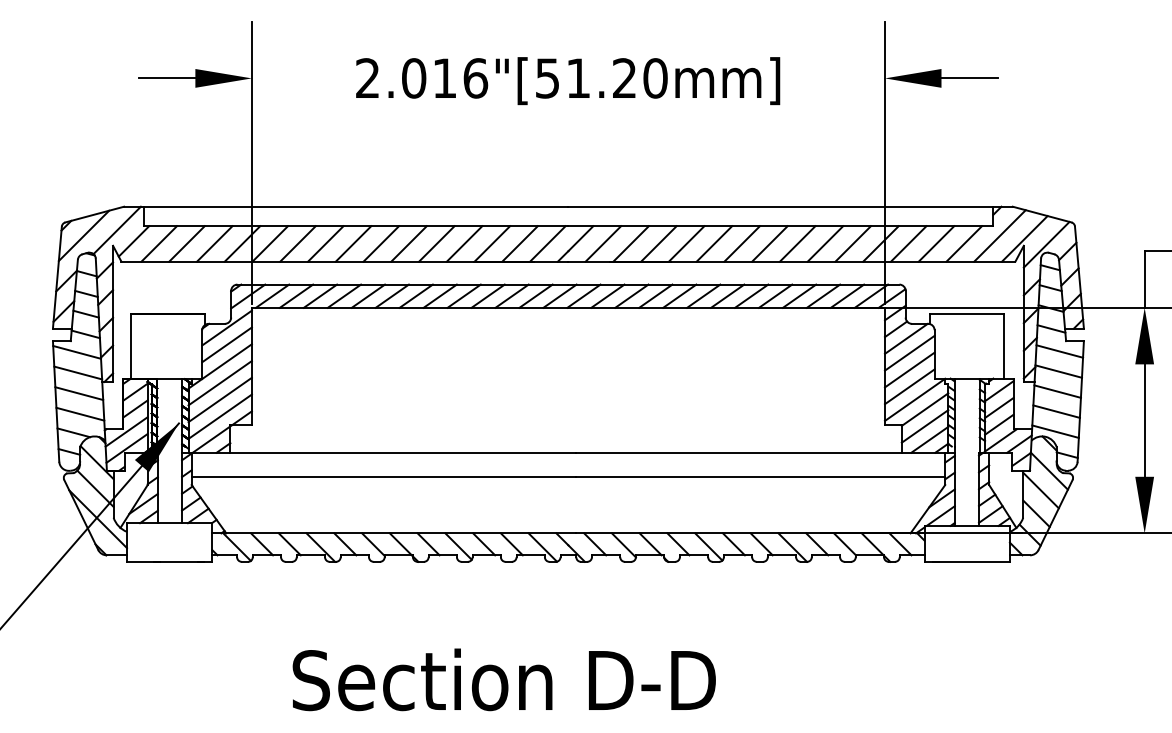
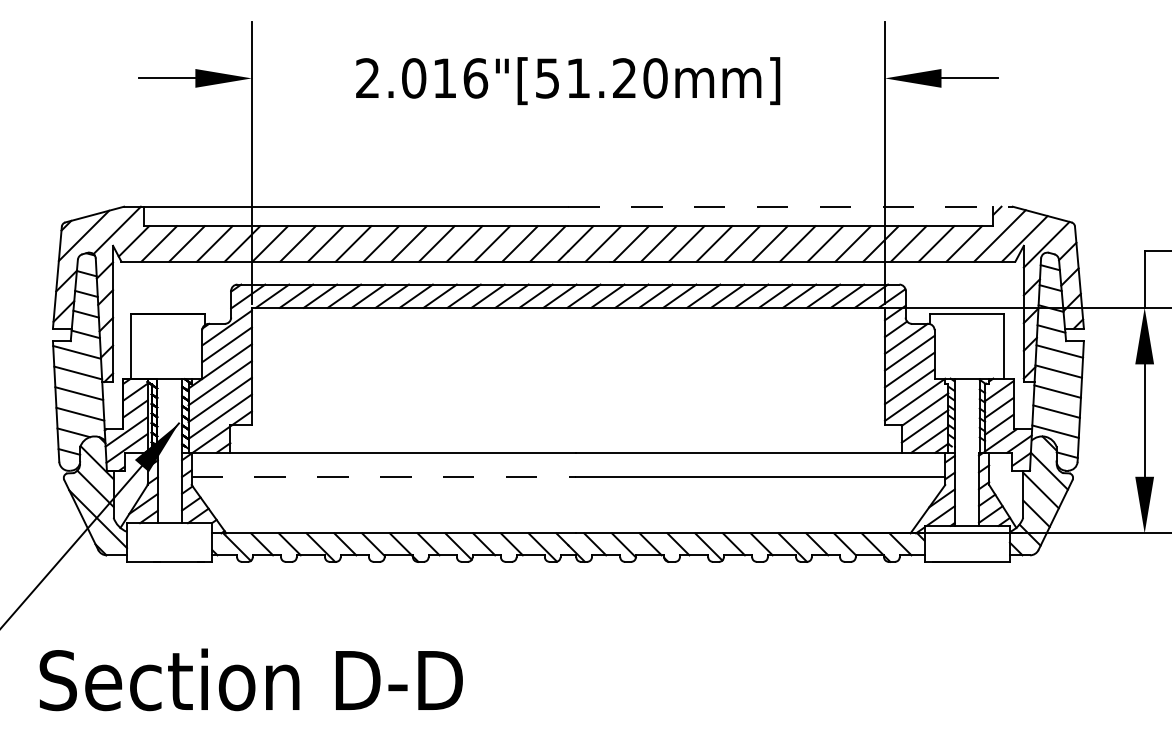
line at (791, 206): solid -> dashed
line at (384, 476): solid -> dashed
text at (503, 679) position: (503, 679) -> (250, 679)
